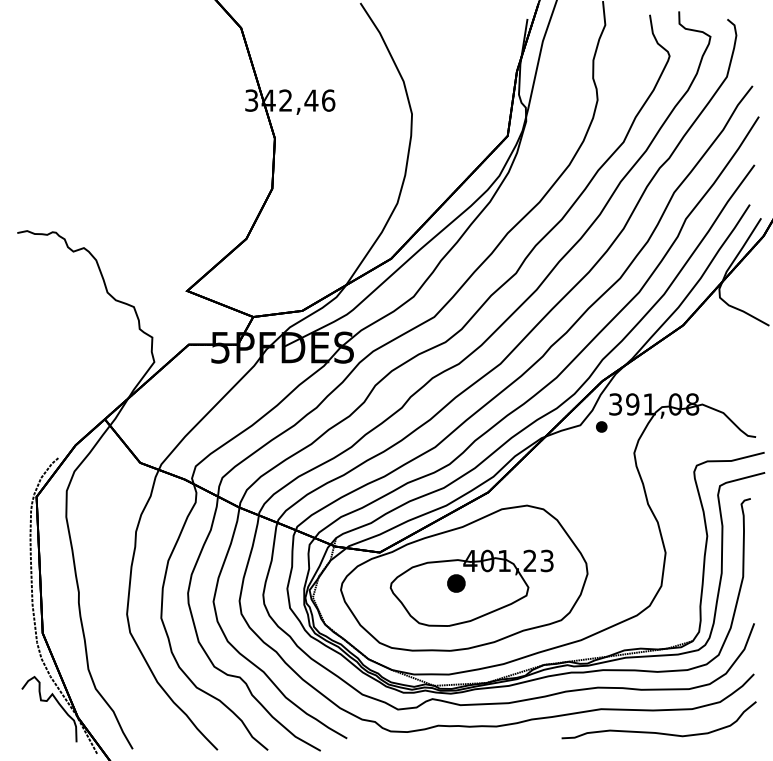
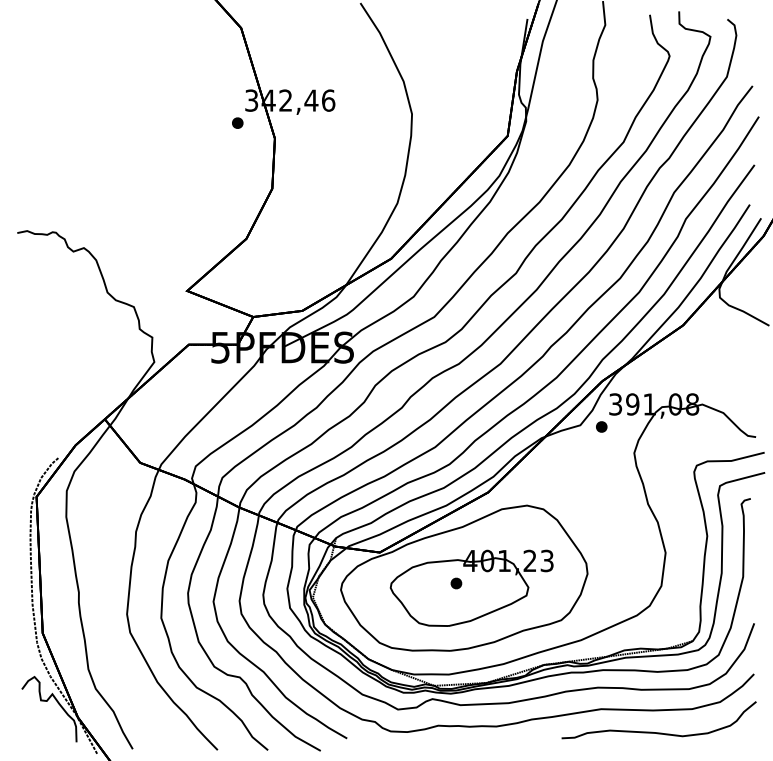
part at (237, 122): none -> present
part at (456, 583) size: 19x19 px -> 13x13 px
